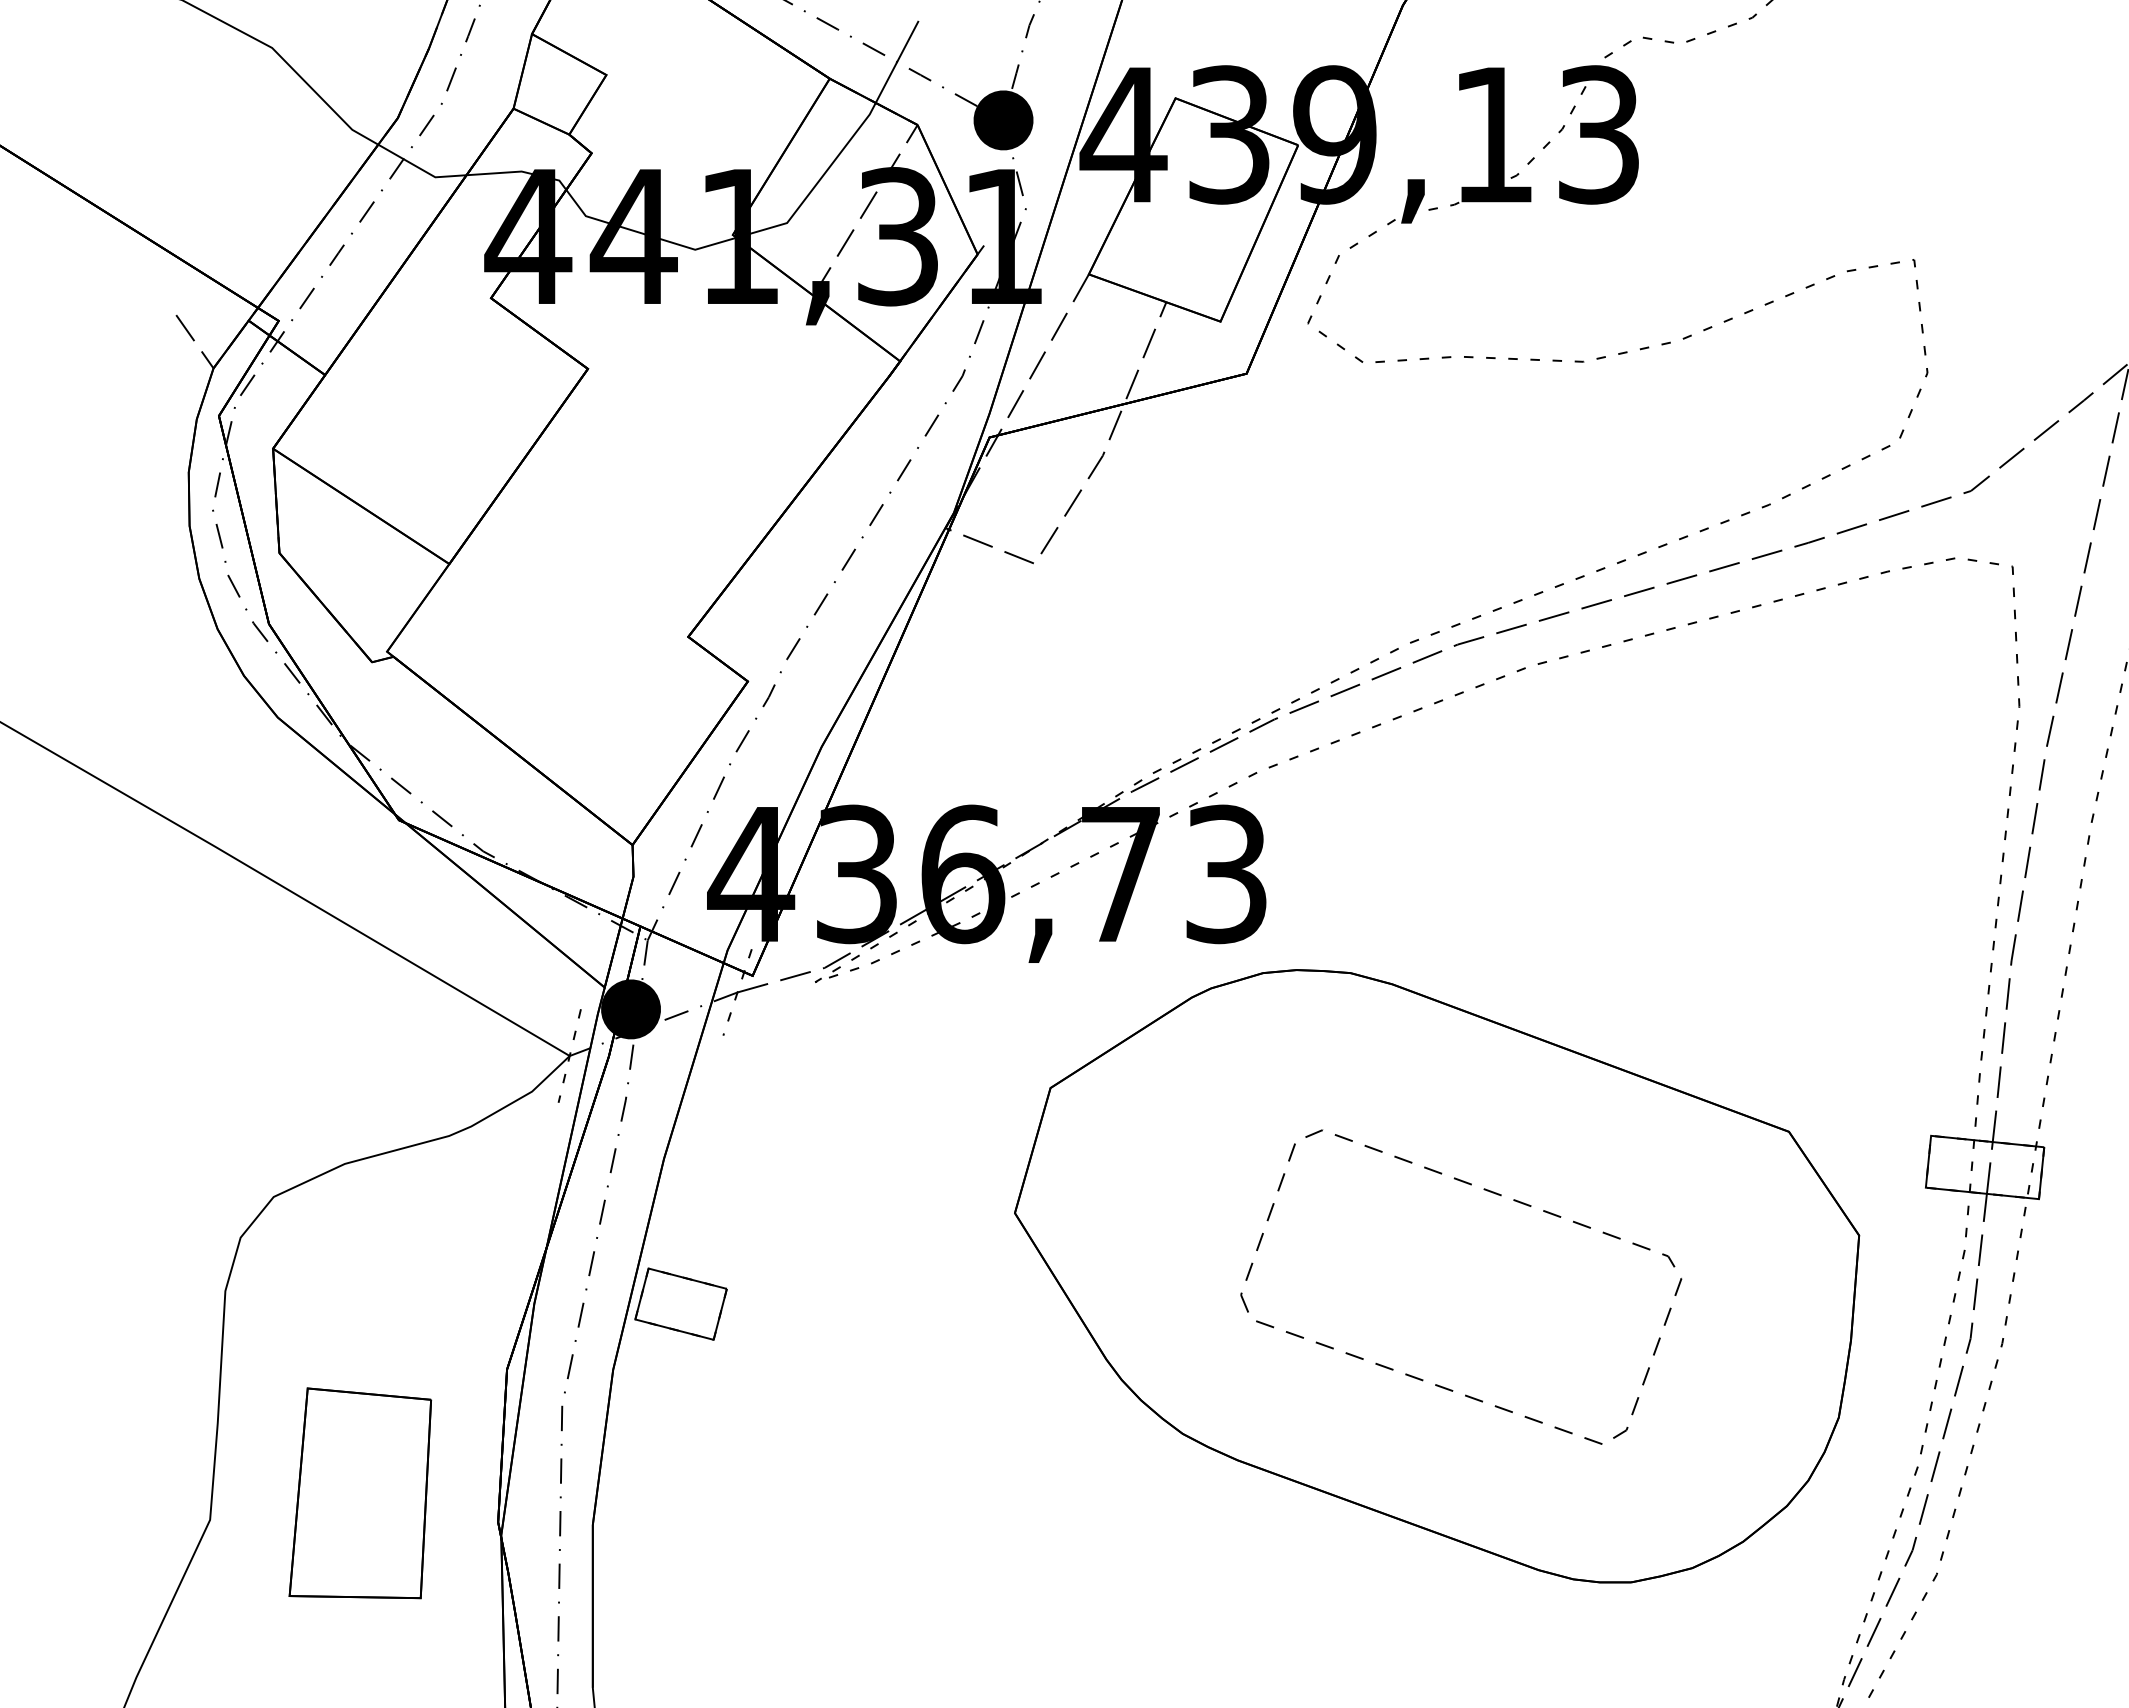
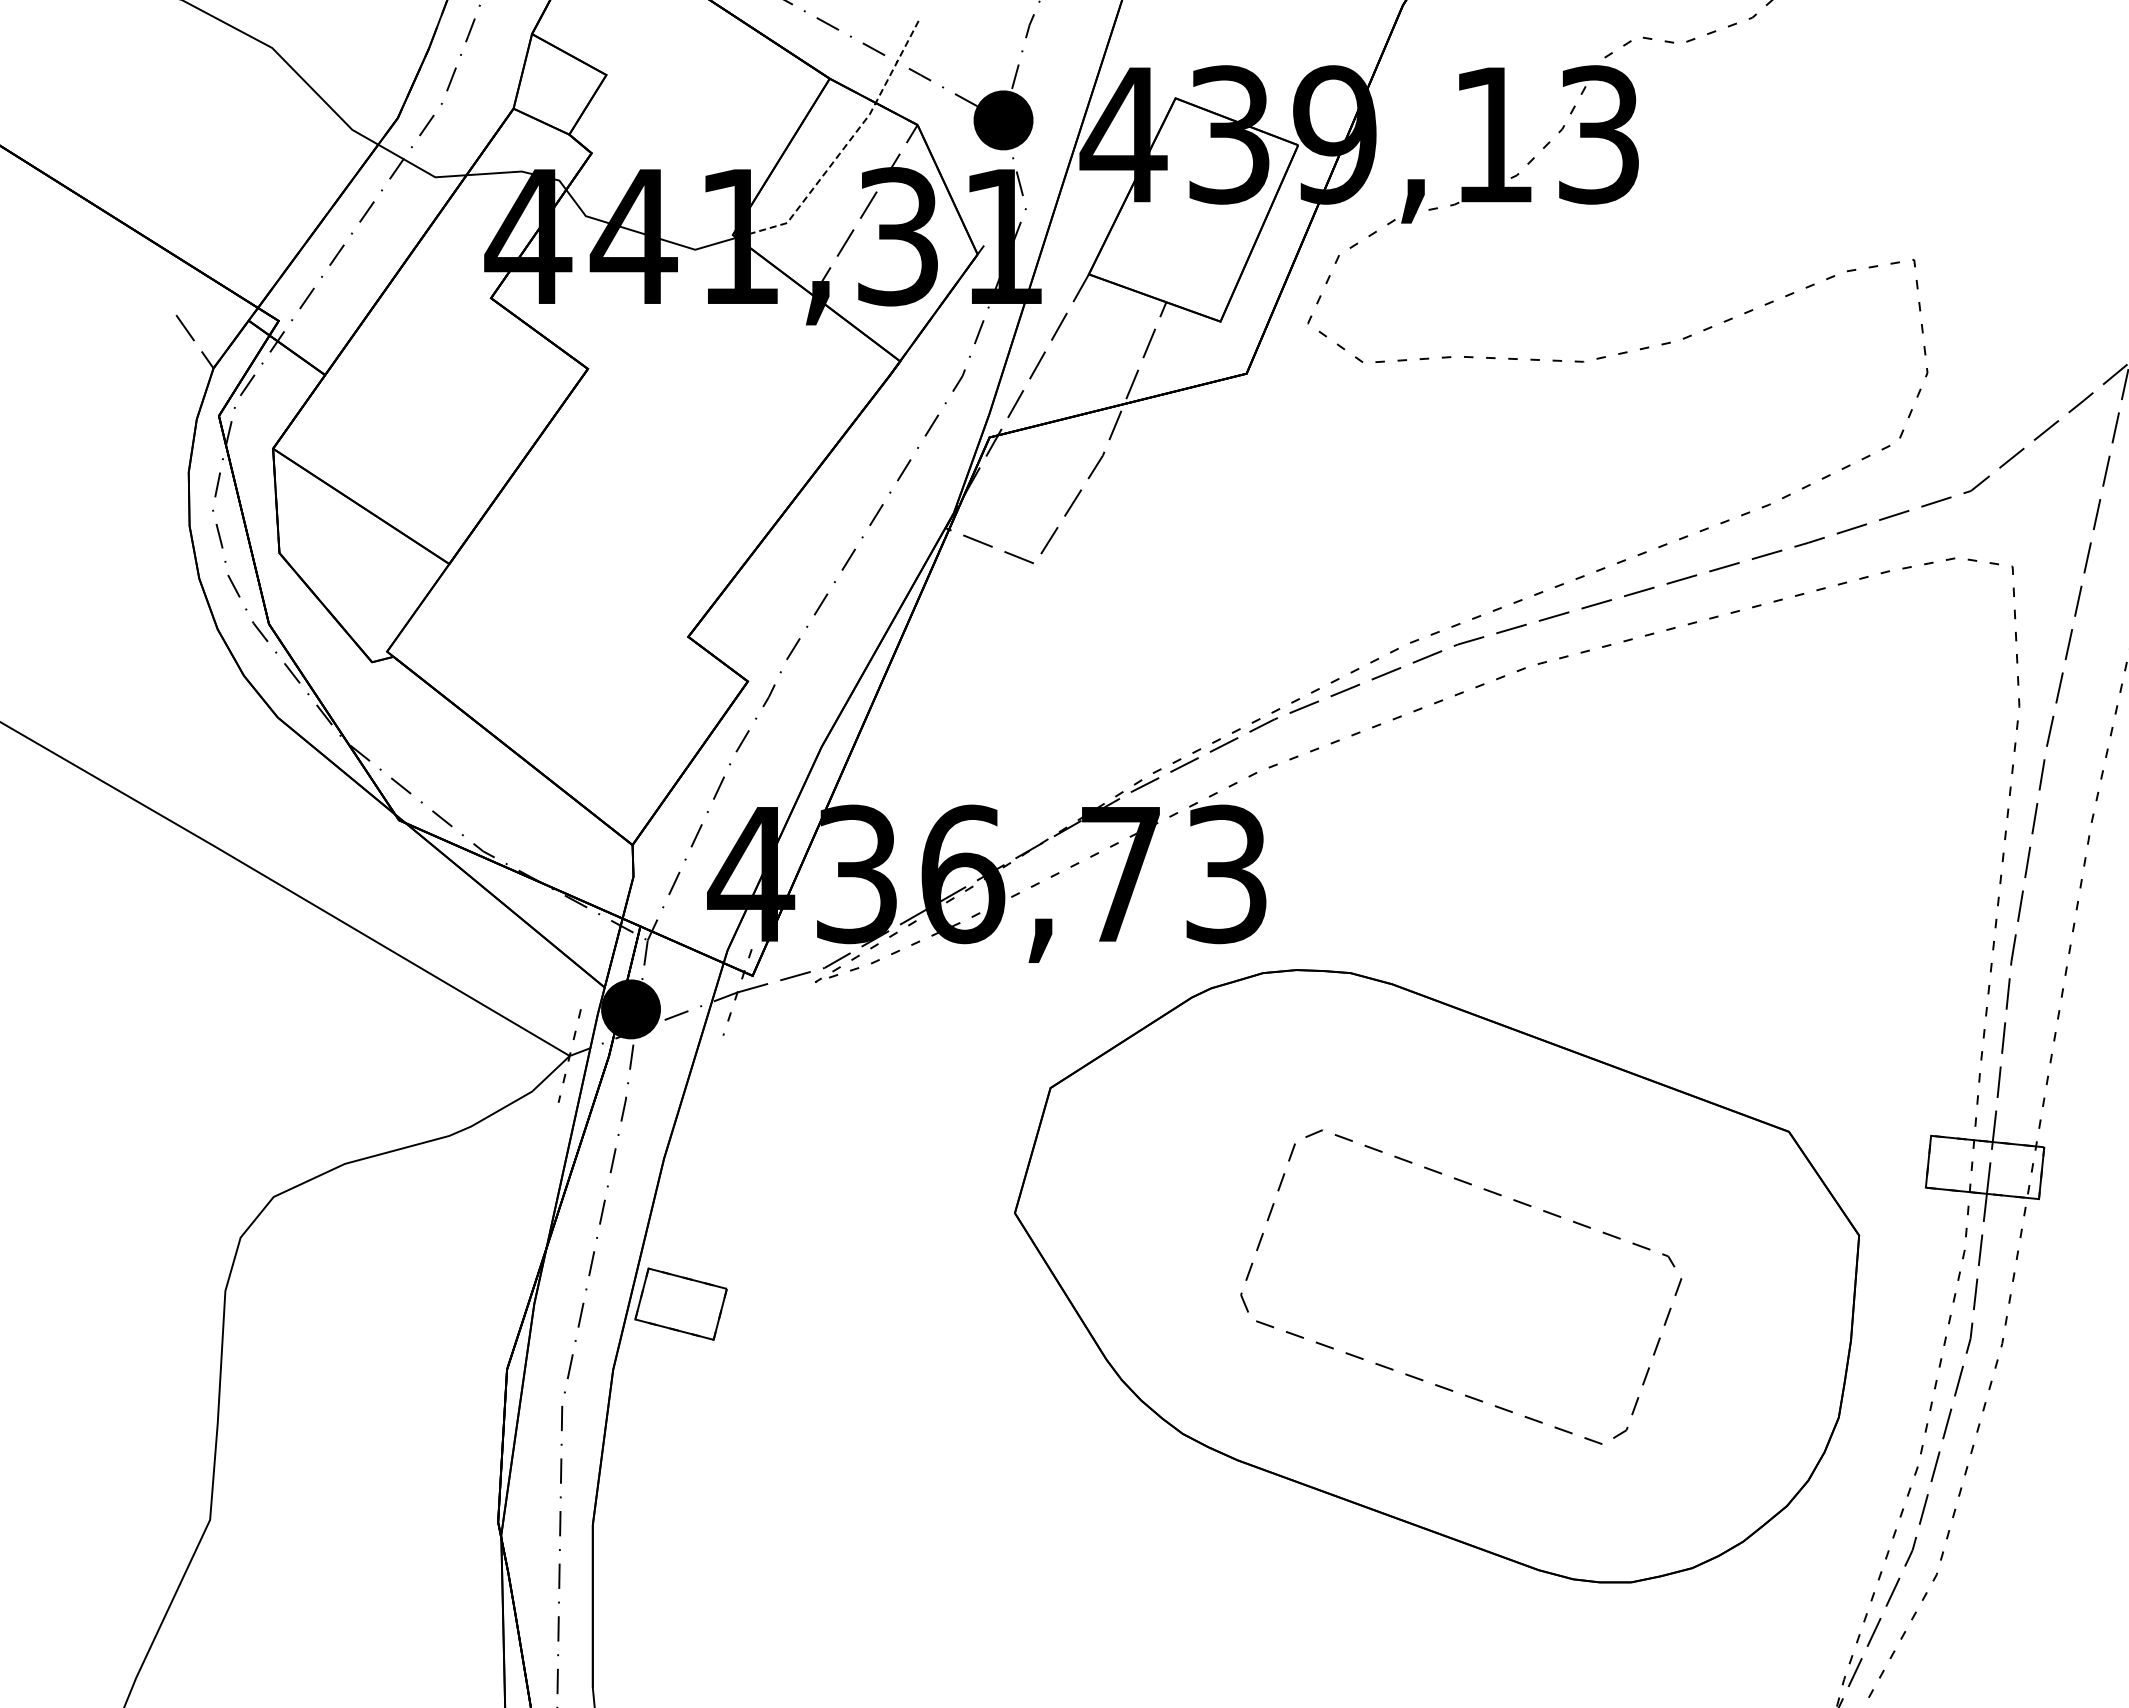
line at (844, 147): solid -> dashed
part at (360, 1493): present -> none
